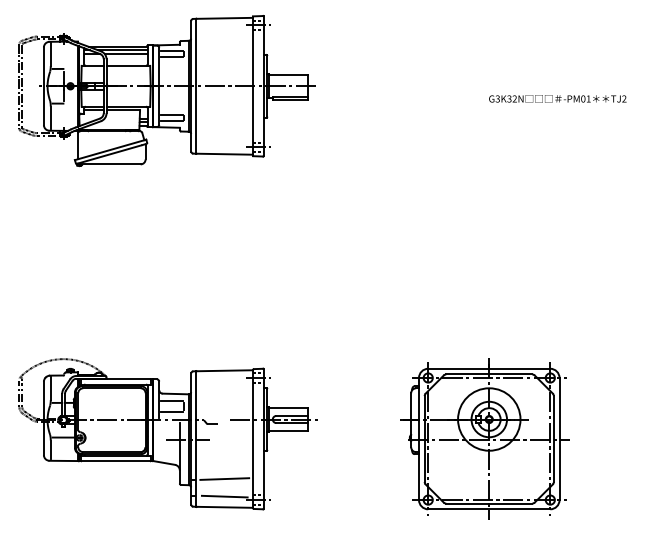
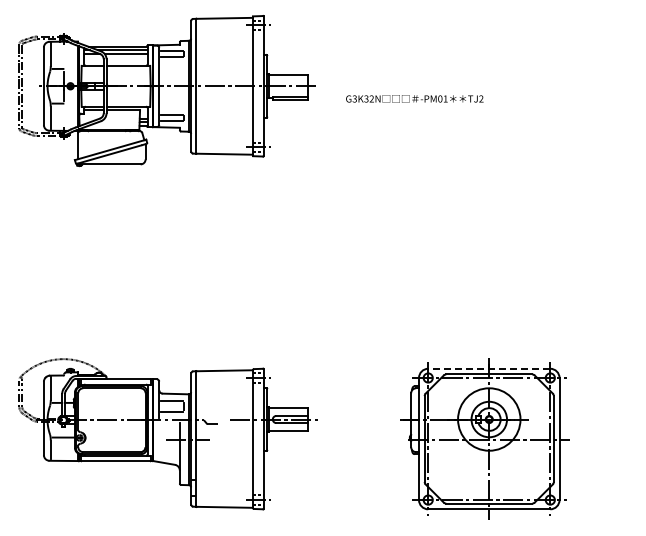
text at (557, 98) position: (557, 98) -> (414, 98)
line at (488, 368): solid -> dashed
line at (224, 478): present -> none
line at (224, 496): present -> none
